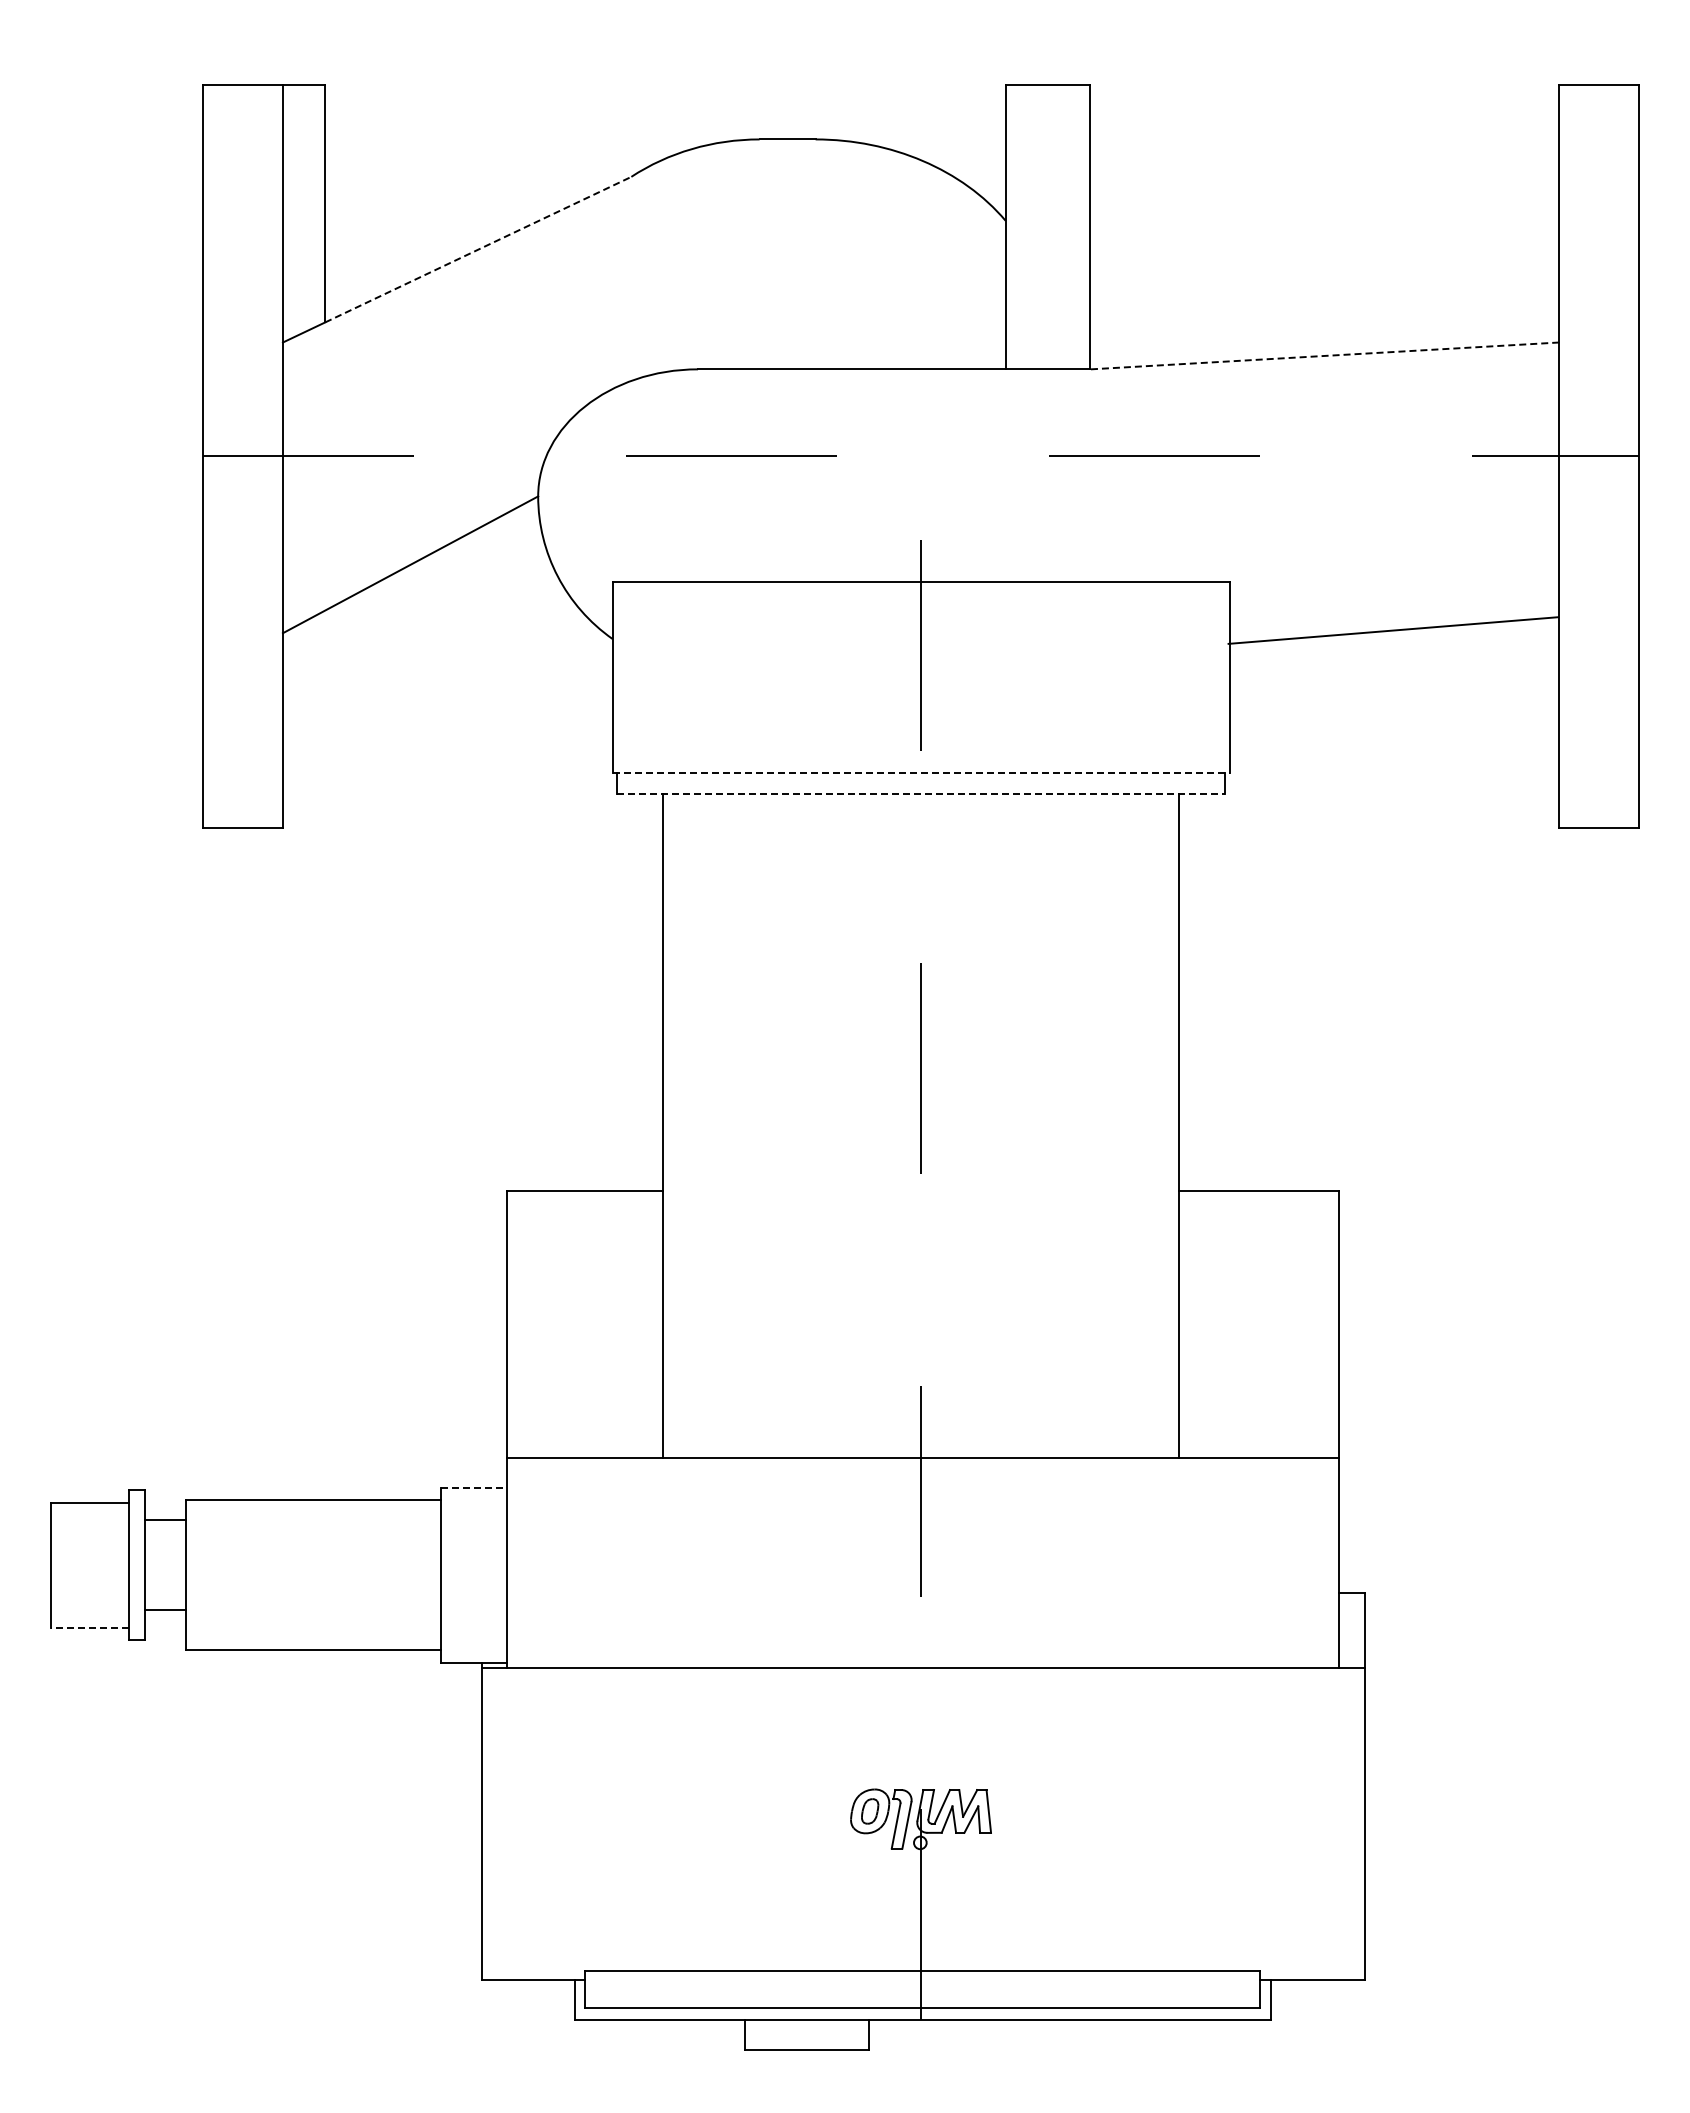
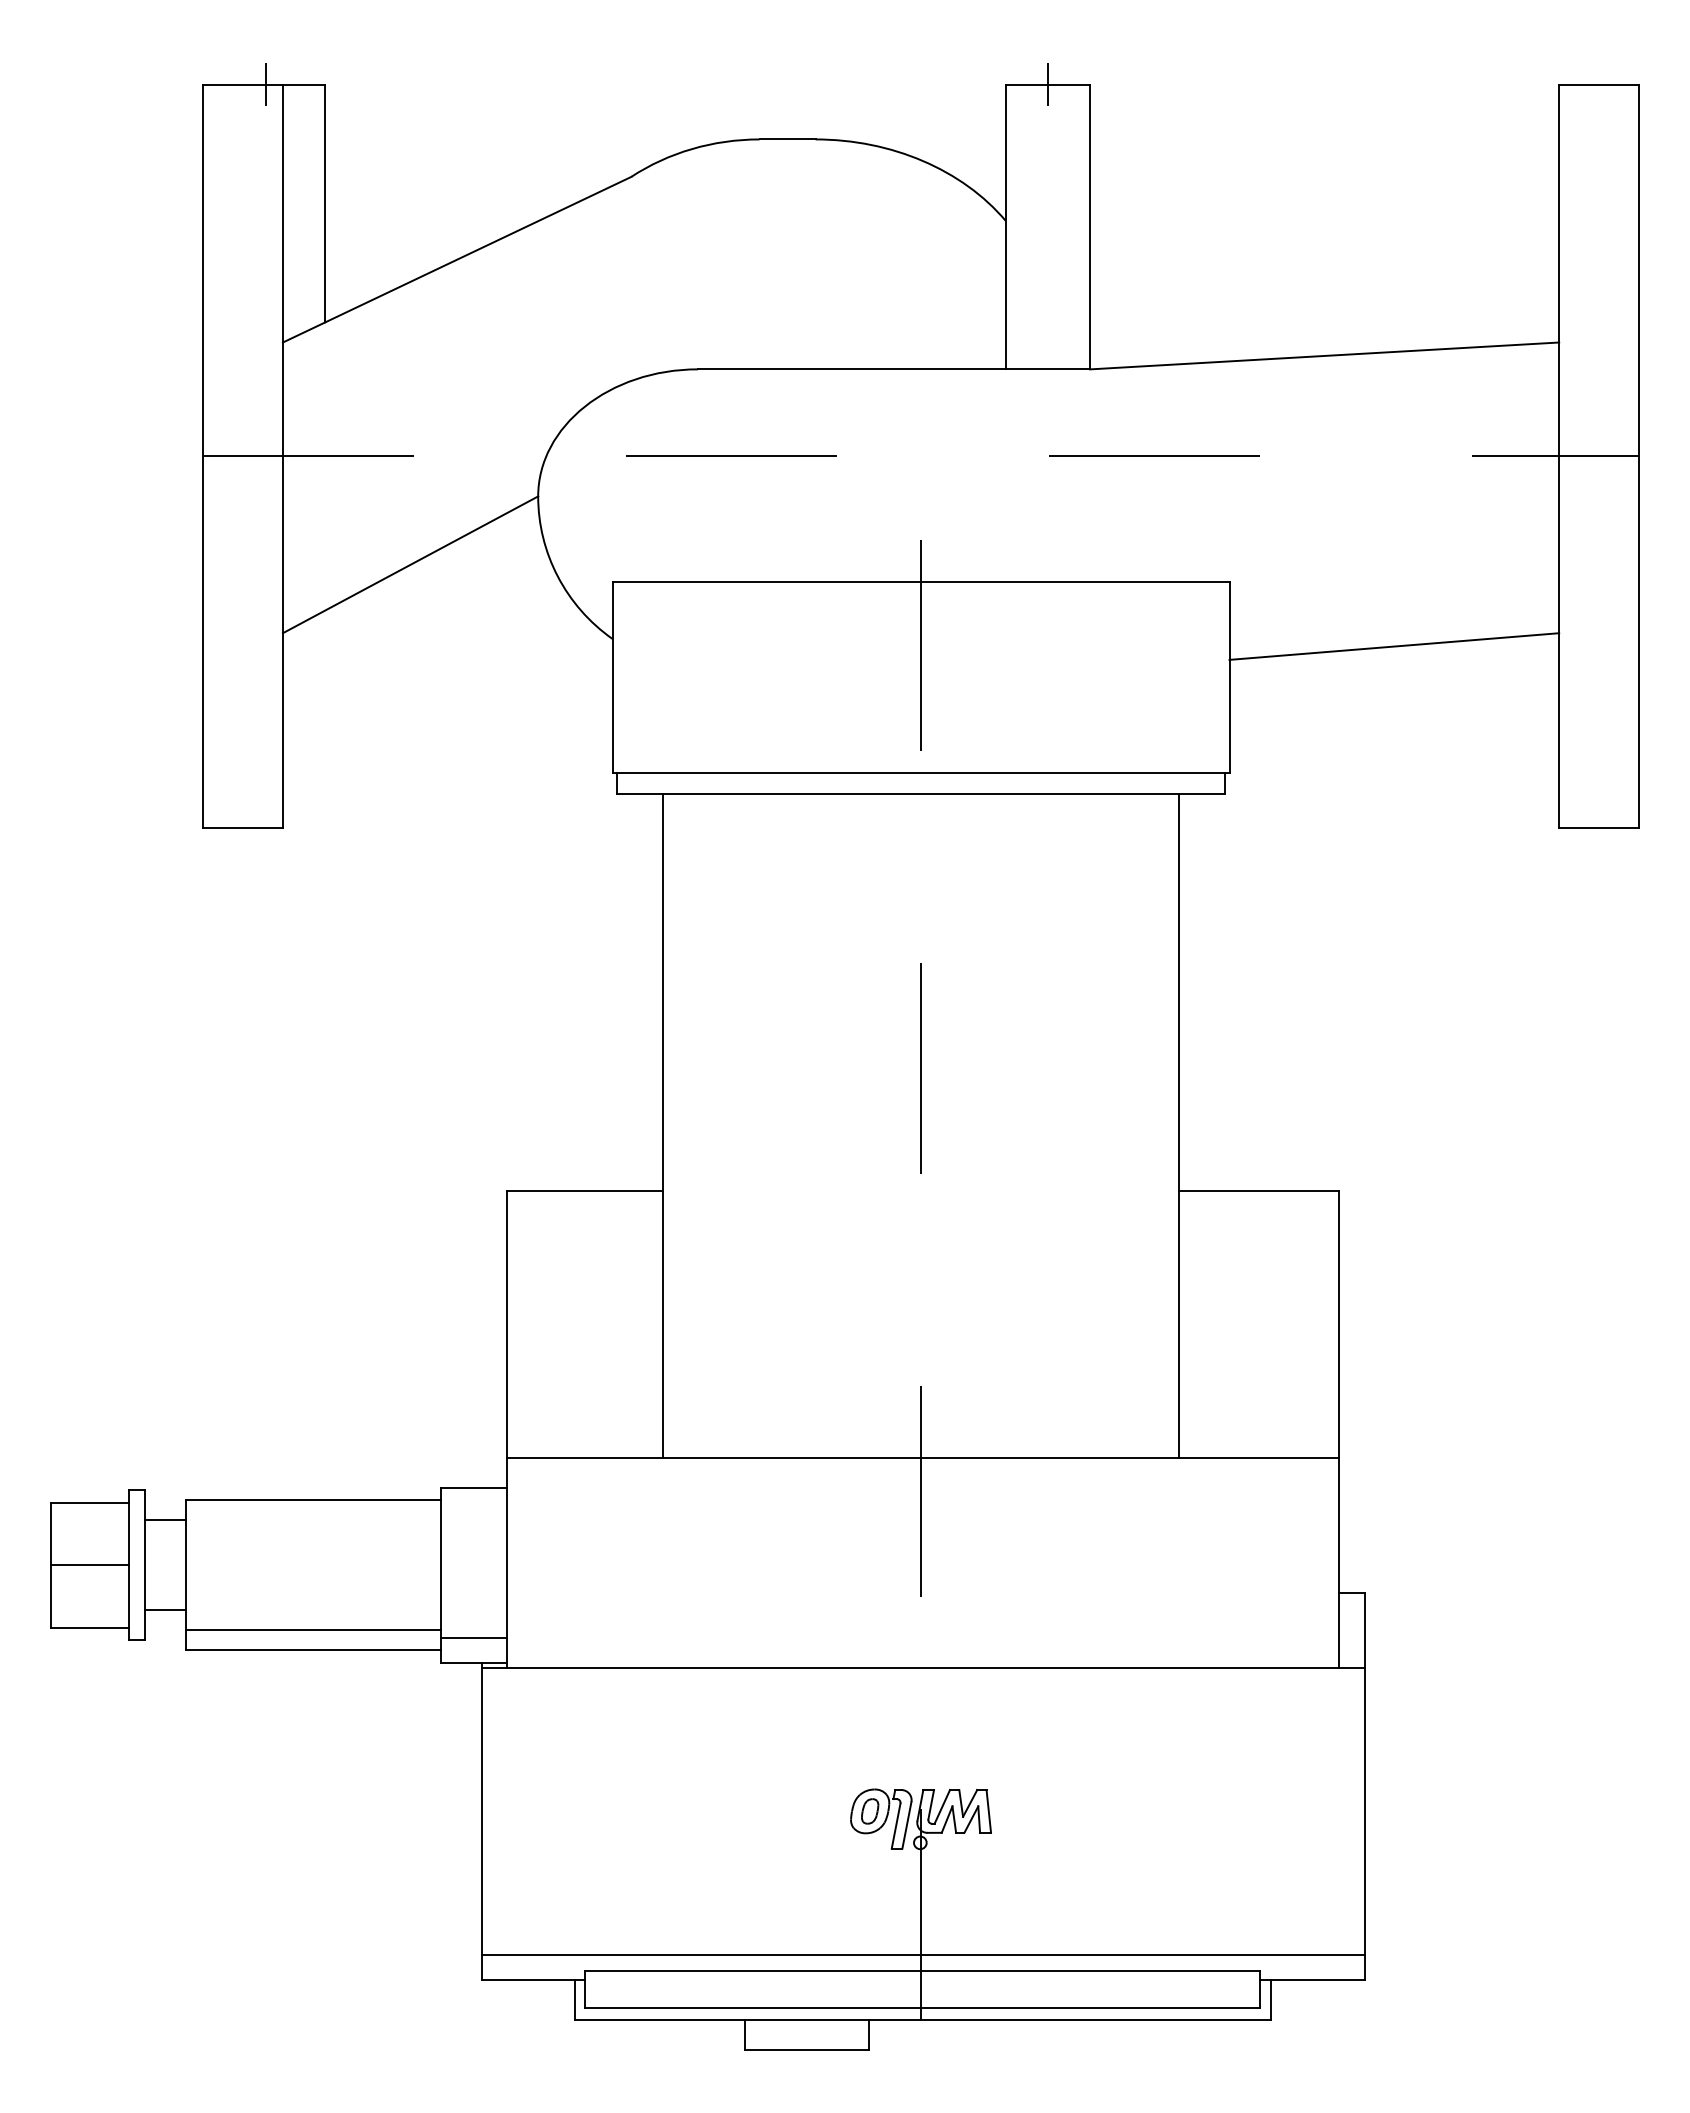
line at (266, 84): none -> present
line at (1047, 84): none -> present
line at (478, 249): dashed -> solid
line at (1324, 355): dashed -> solid
line at (1393, 630) position: (1393, 630) -> (1394, 646)
line at (921, 773): dashed -> solid
line at (921, 794): dashed -> solid
line at (474, 1487): dashed -> solid
line at (89, 1565): none -> present
line at (89, 1627): dashed -> solid
line at (312, 1629): none -> present
line at (473, 1637): none -> present
line at (922, 1955): none -> present
